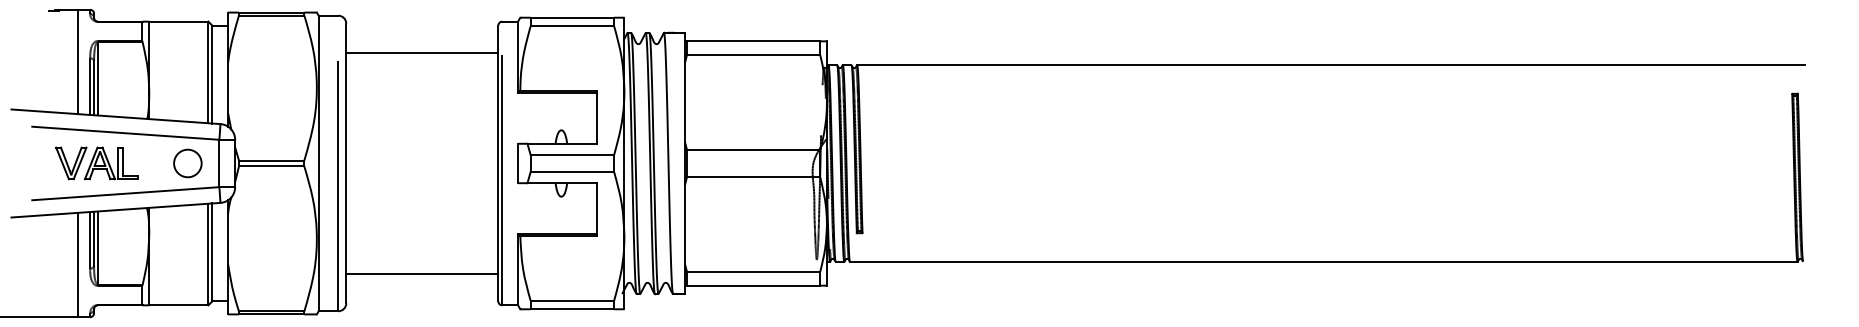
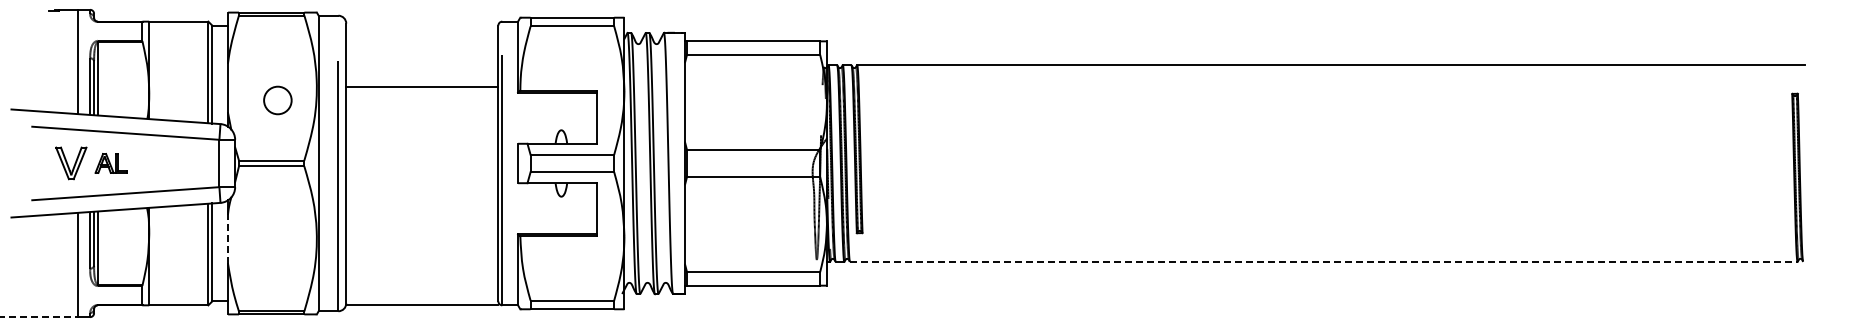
line at (422, 53) position: (422, 53) -> (422, 87)
part at (111, 163) size: 55x35 px -> 34x21 px
circle at (187, 163) position: (187, 163) -> (277, 100)
line at (228, 238): solid -> dashed
line at (1323, 262): solid -> dashed
line at (422, 273) position: (422, 273) -> (422, 304)
line at (39, 317): solid -> dashed
